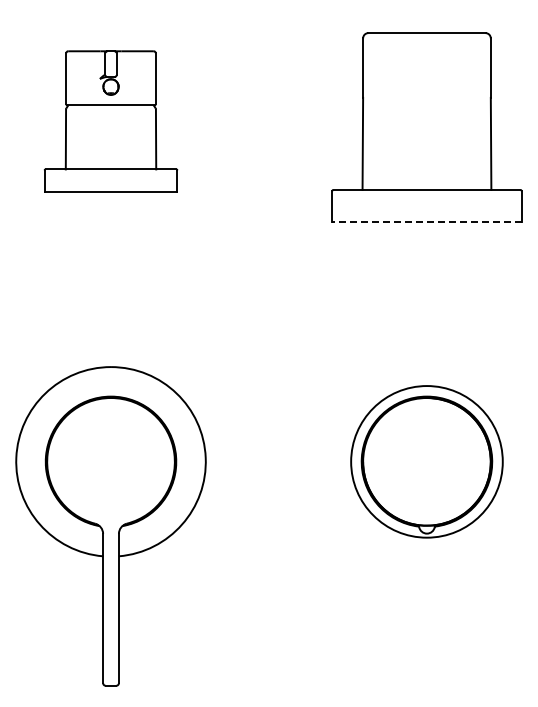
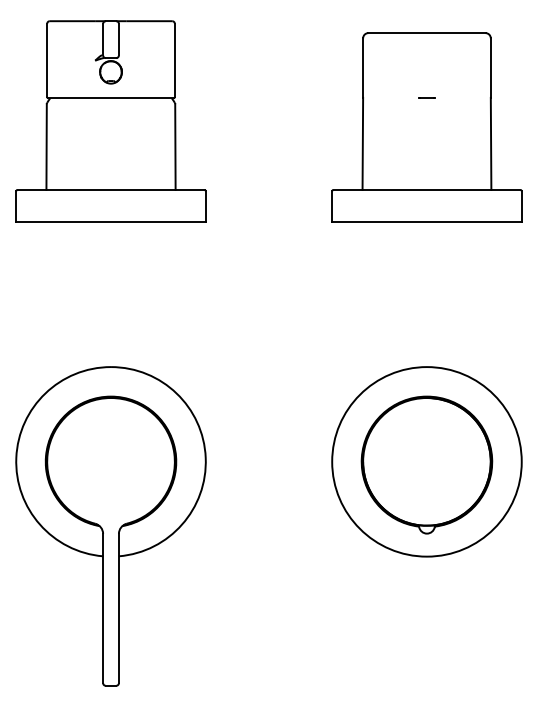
line at (426, 97): none -> present
part at (111, 121) size: 135x143 px -> 192x203 px
line at (426, 221): dashed -> solid
circle at (426, 461) diameter: 152 px -> 190 px
